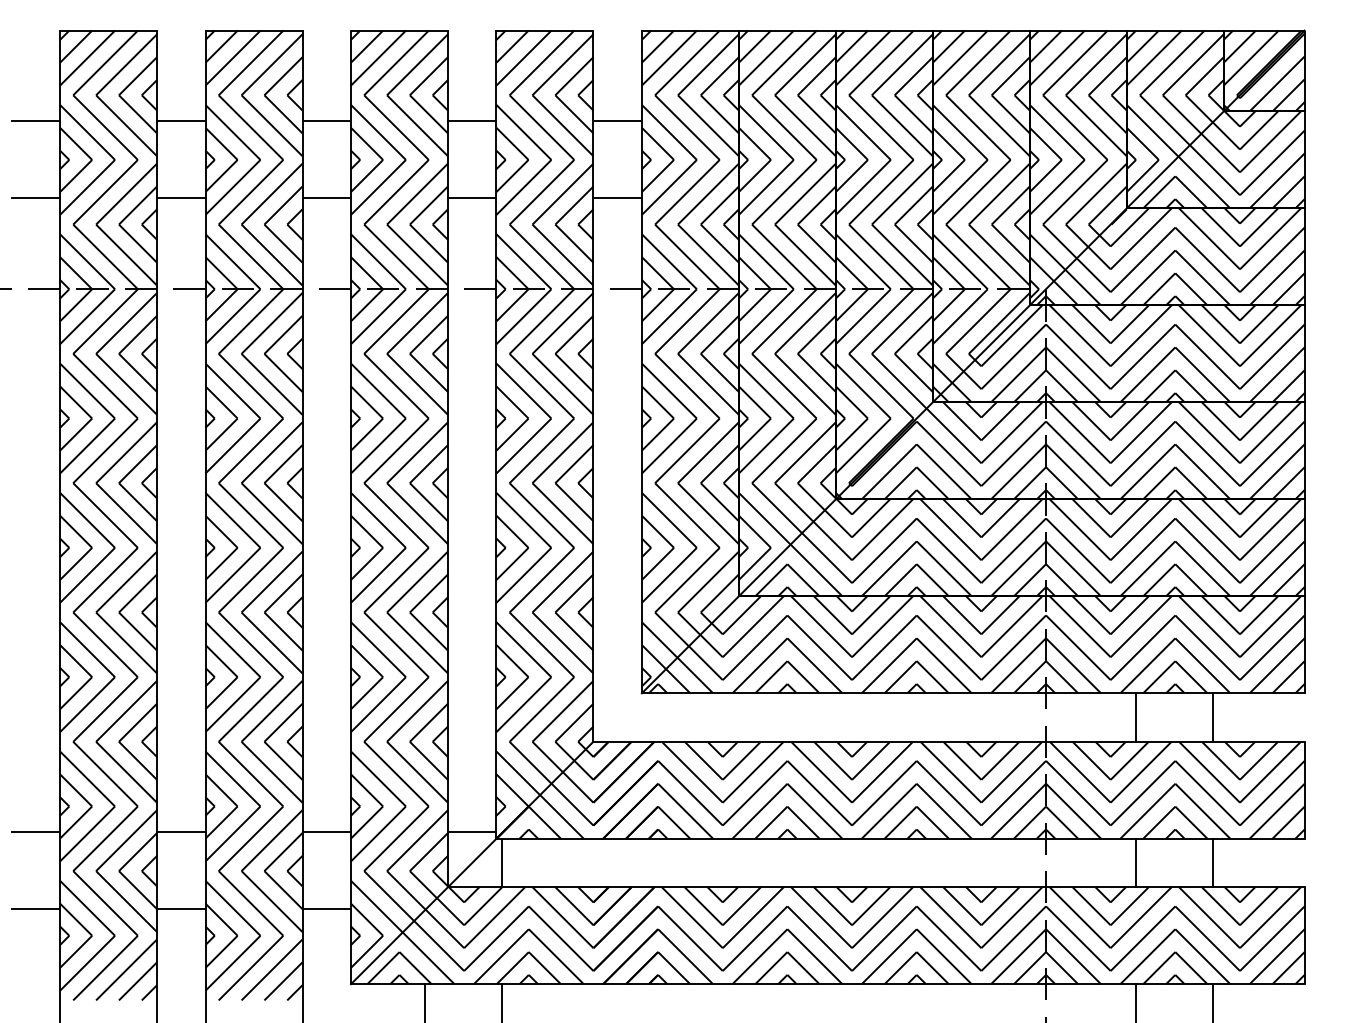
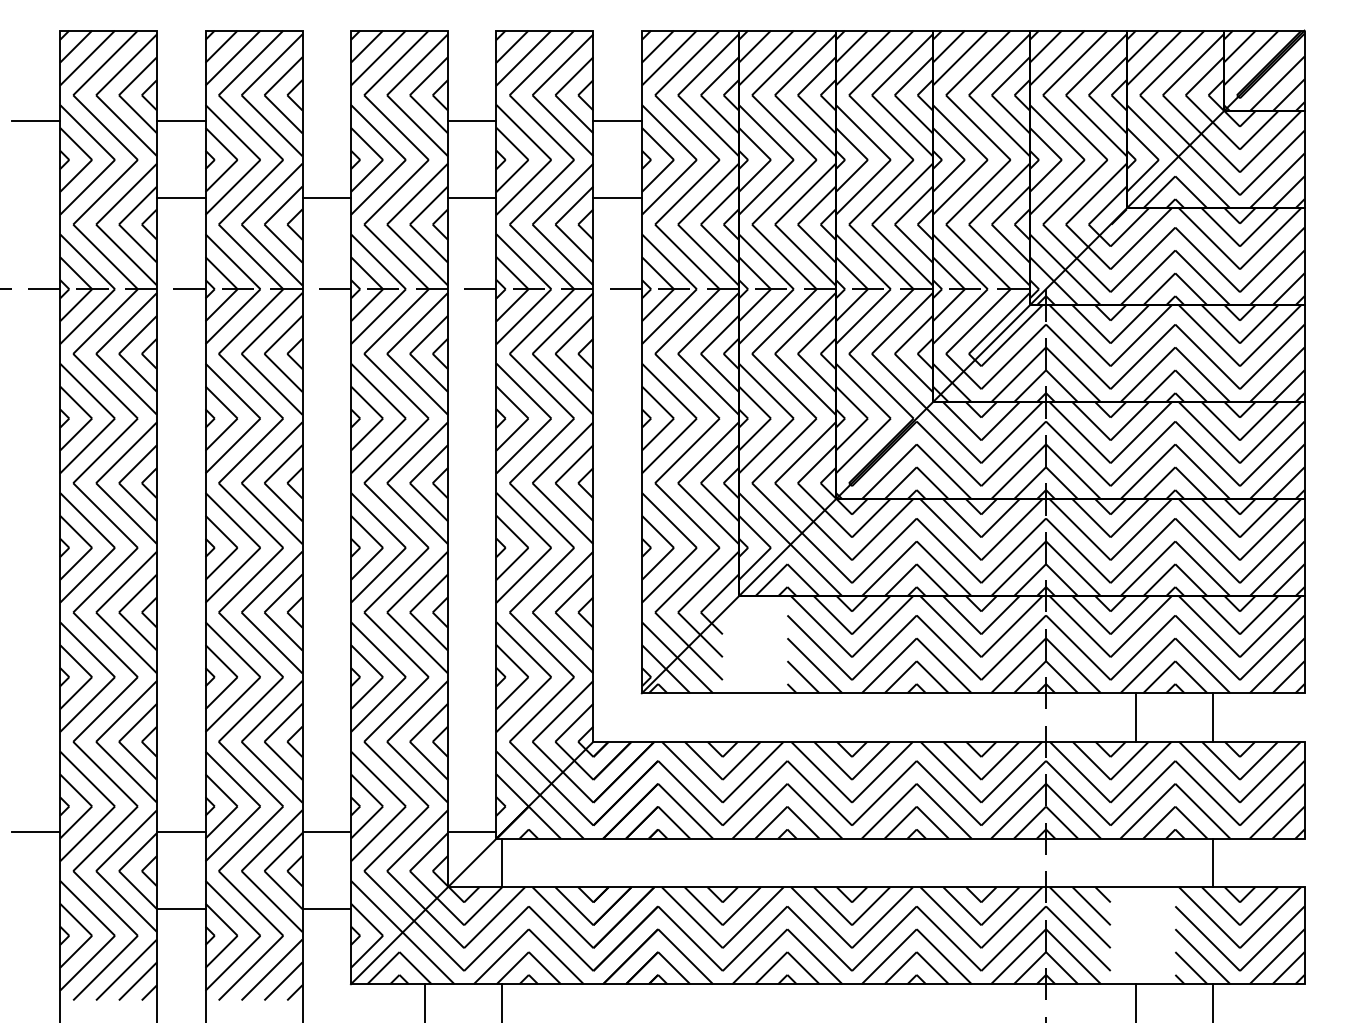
line at (326, 121): present -> none
line at (35, 198): present -> none
hatch at (754, 644): present -> none
line at (1136, 862): present -> none
line at (35, 909): present -> none
hatch at (1142, 935): present -> none
